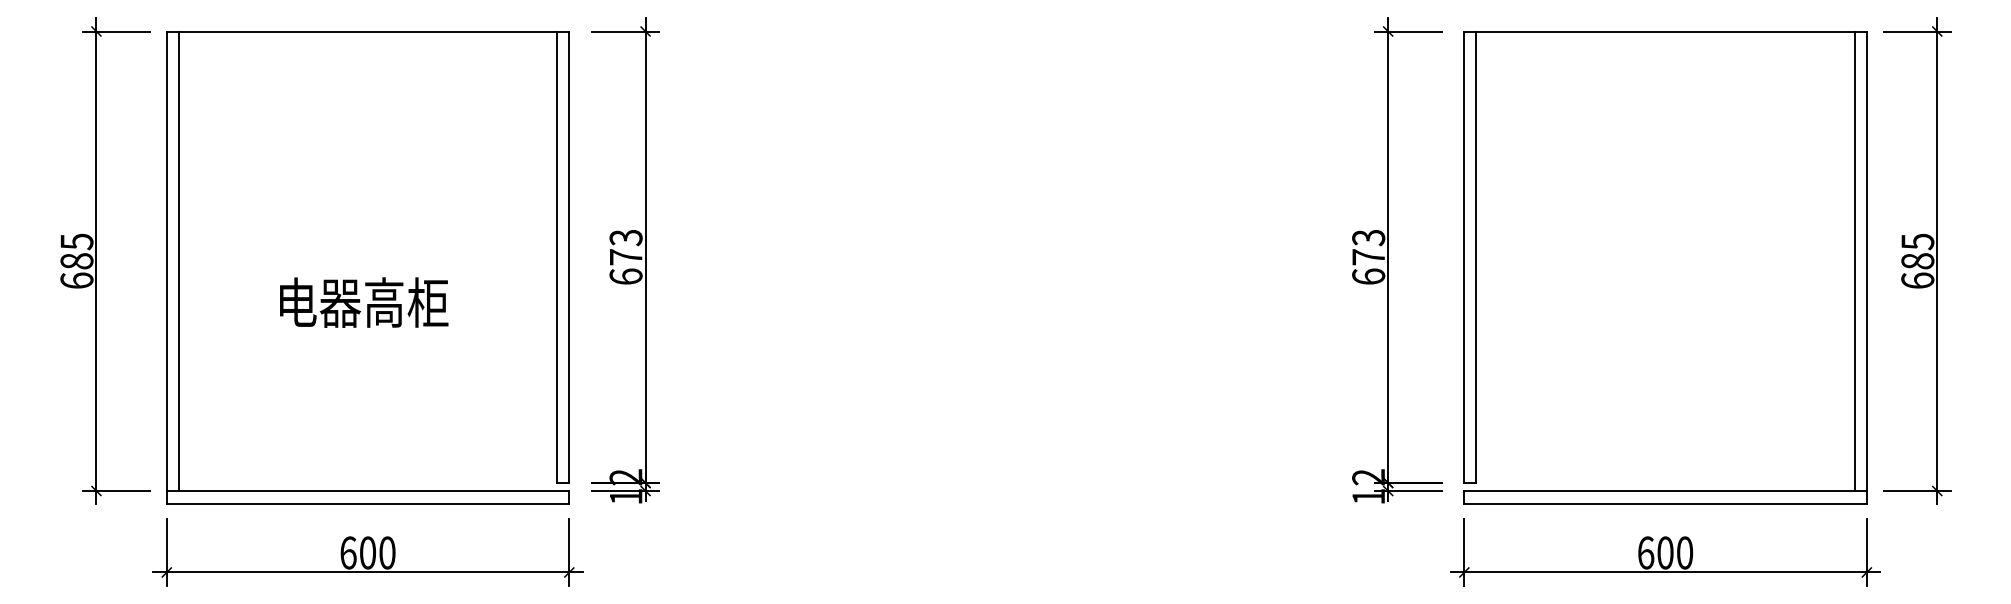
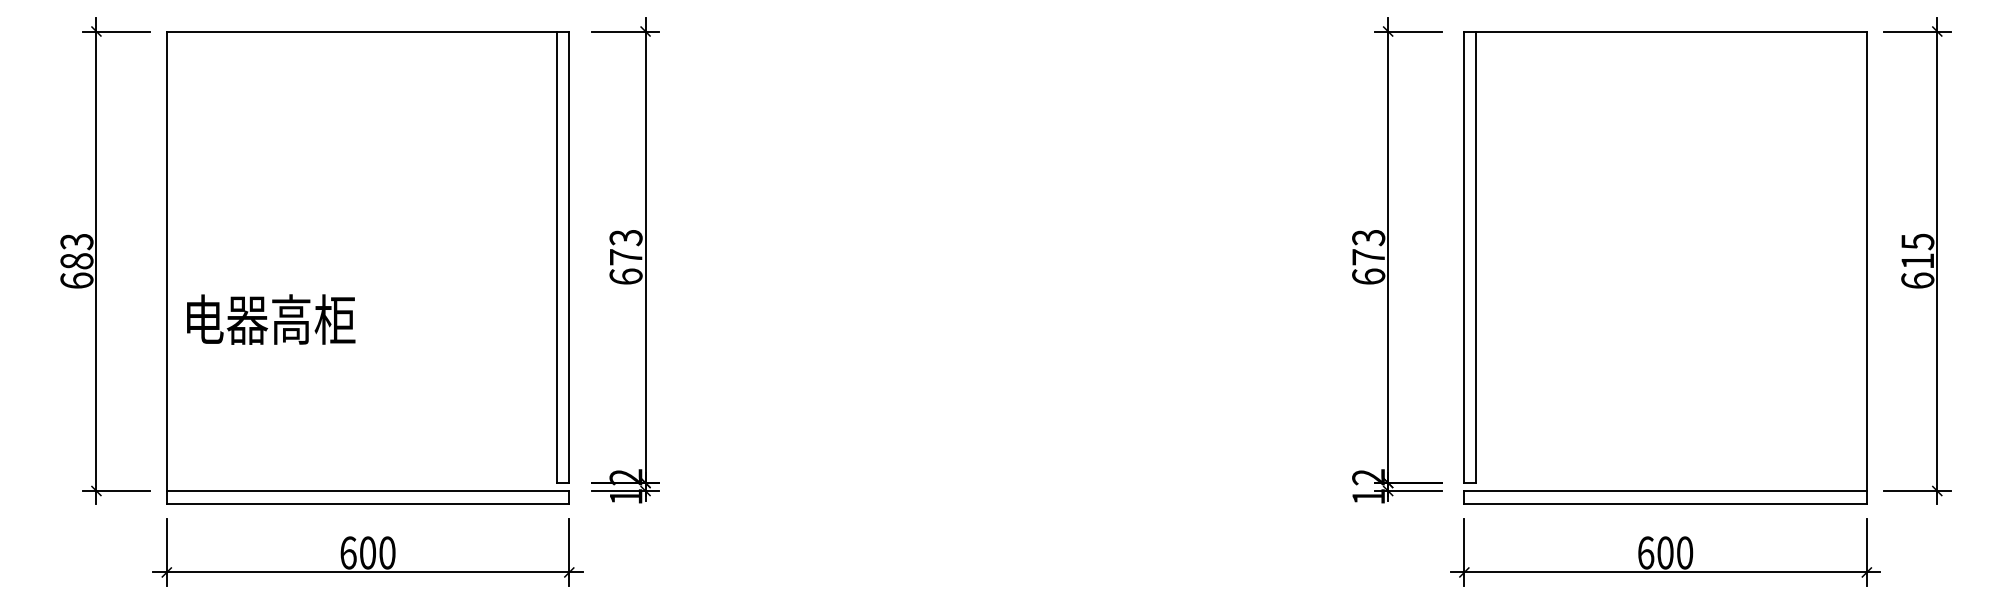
text at (76, 241): 685 -> 683
line at (178, 261): present -> none
line at (1854, 261): present -> none
text at (1917, 261): 685 -> 615
text at (364, 302) position: (364, 302) -> (271, 319)
